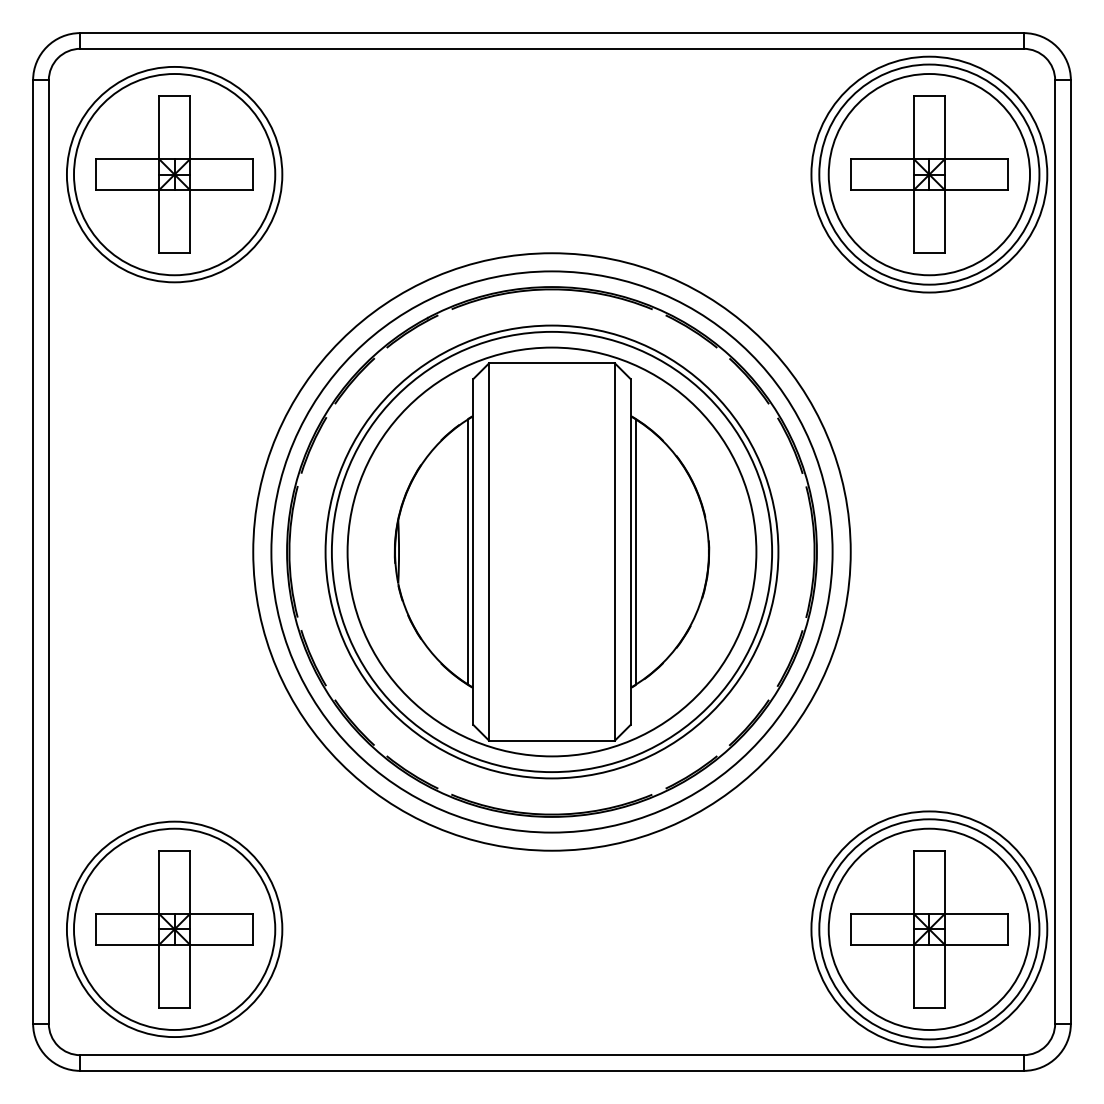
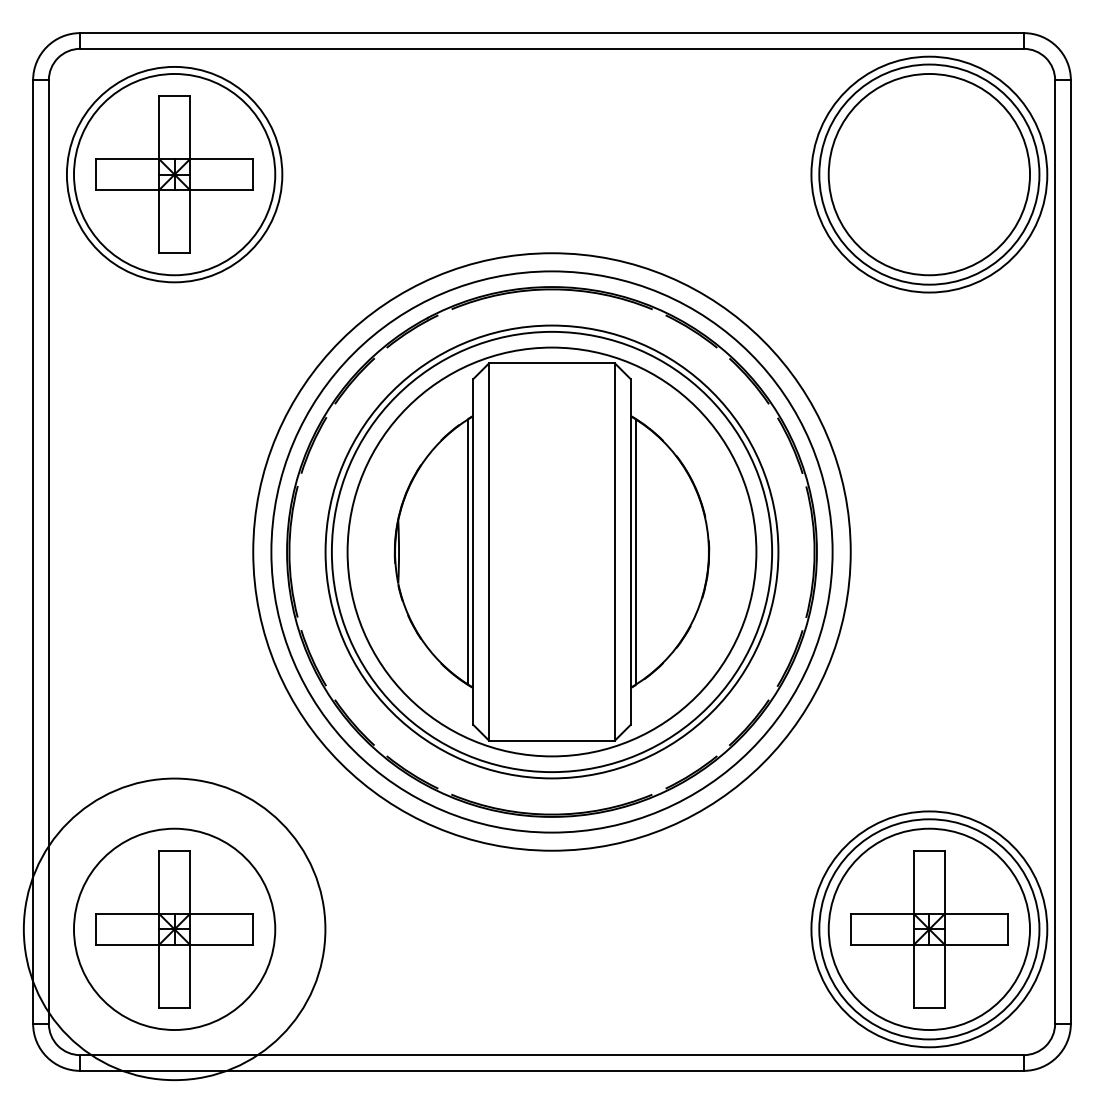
part at (929, 174): present -> none
circle at (174, 929) diameter: 215 px -> 302 px
